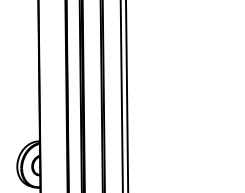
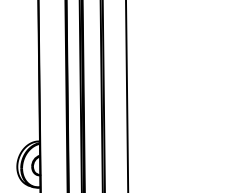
line at (121, 95): present -> none
